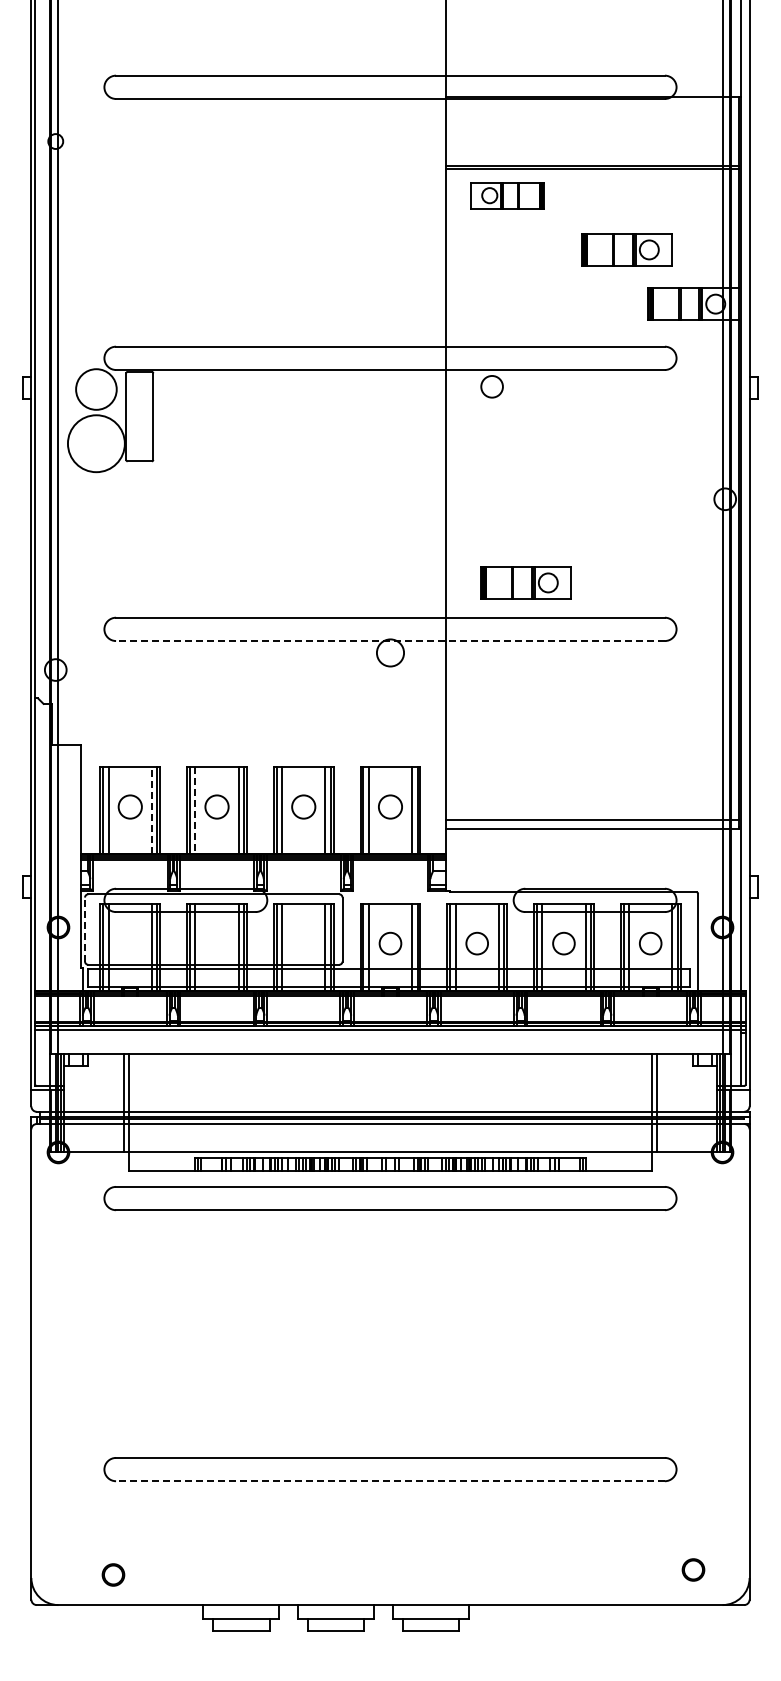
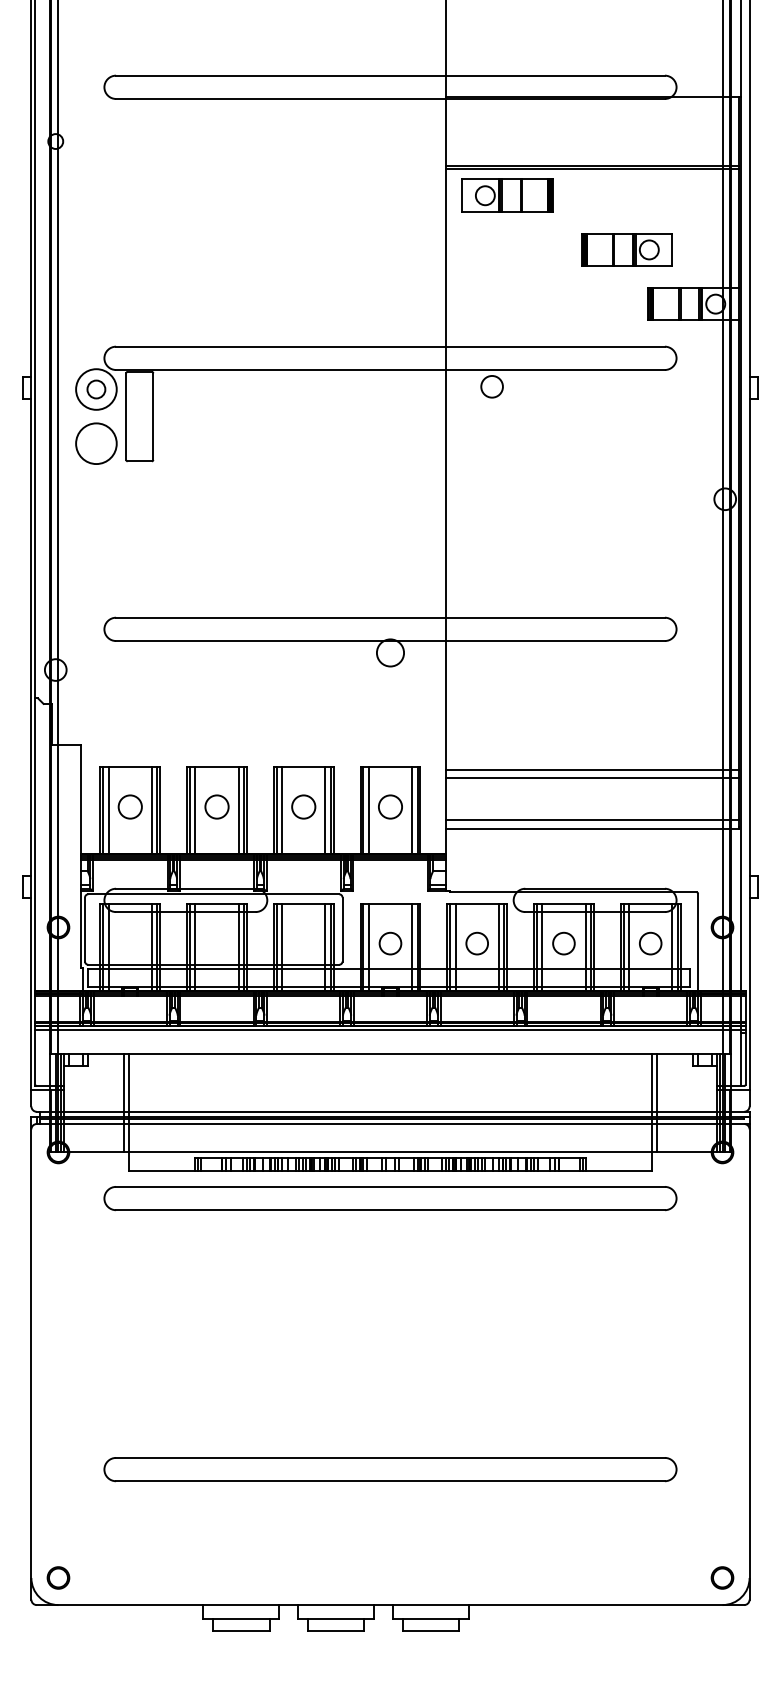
part at (507, 195) size: 75x28 px -> 93x35 px
circle at (96, 389): none -> present
circle at (95, 443) diameter: 57 px -> 41 px
part at (525, 582): present -> none
line at (389, 641): dashed -> solid
line at (592, 769): none -> present
line at (592, 778): none -> present
line at (151, 809): dashed -> solid
line at (195, 810): dashed -> solid
line at (85, 929): dashed -> solid
line at (389, 1481): dashed -> solid
part at (693, 1569) position: (693, 1569) -> (722, 1577)
part at (113, 1574) position: (113, 1574) -> (58, 1577)
